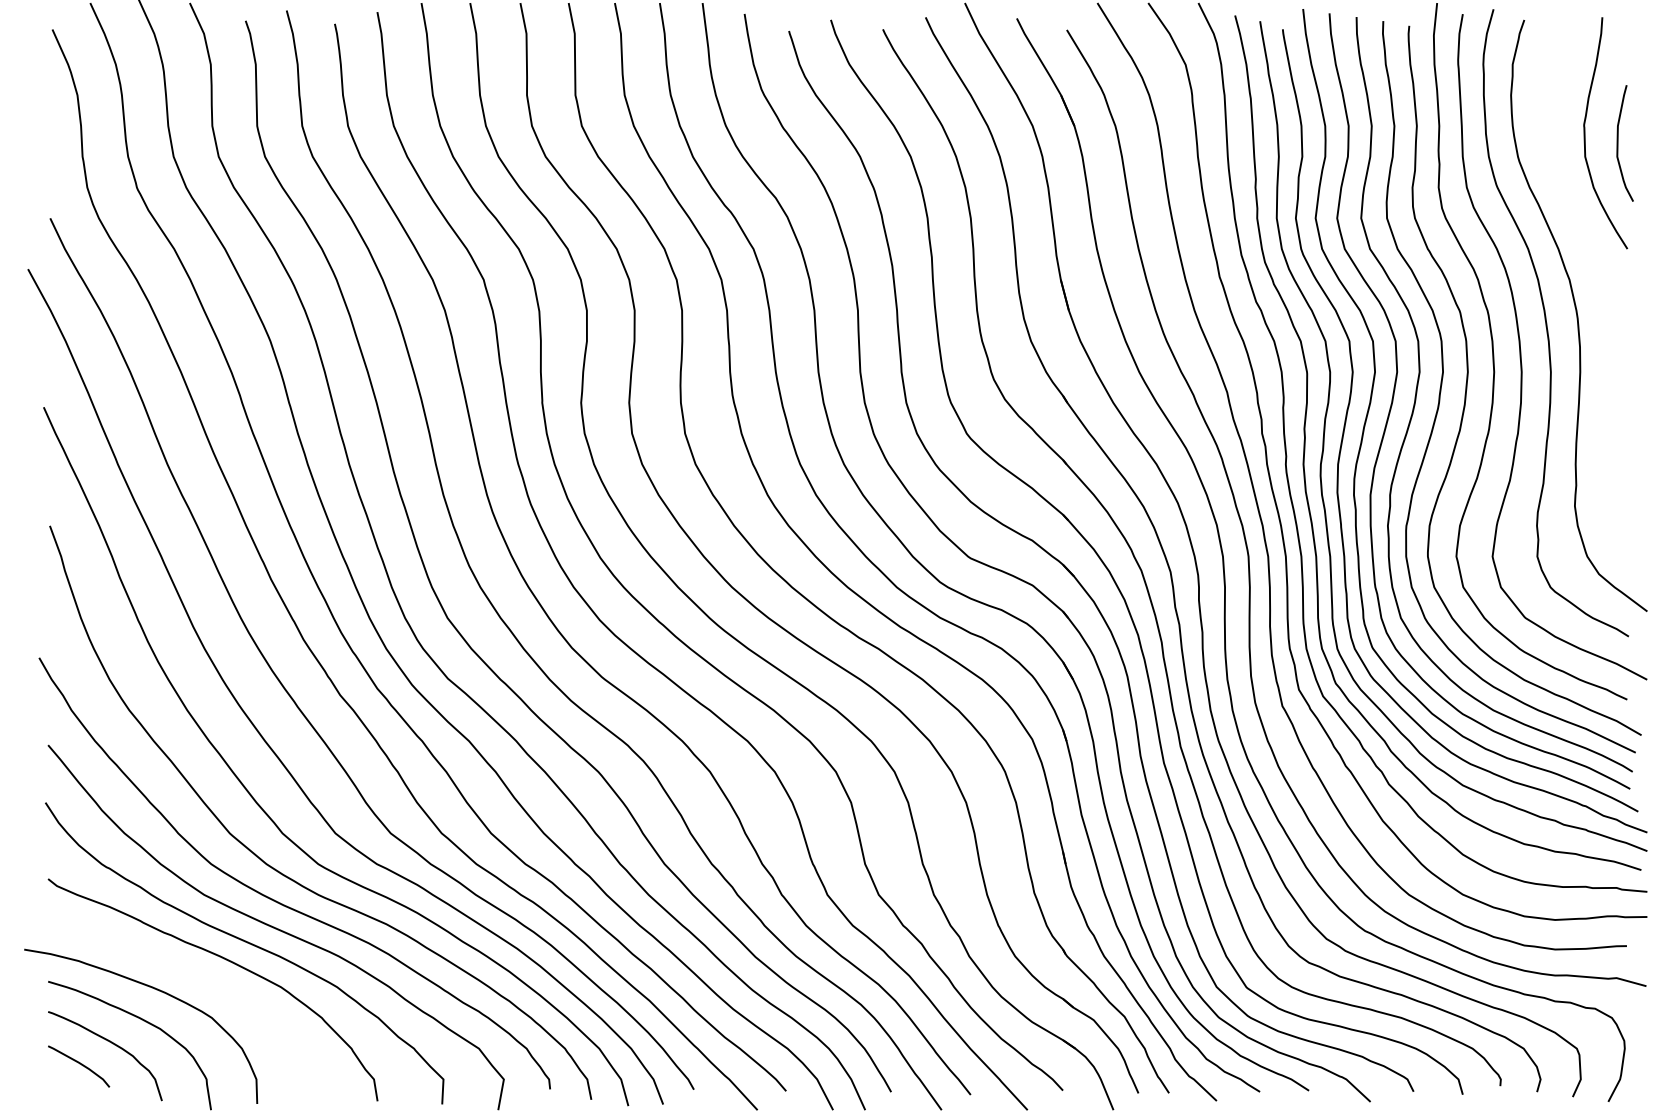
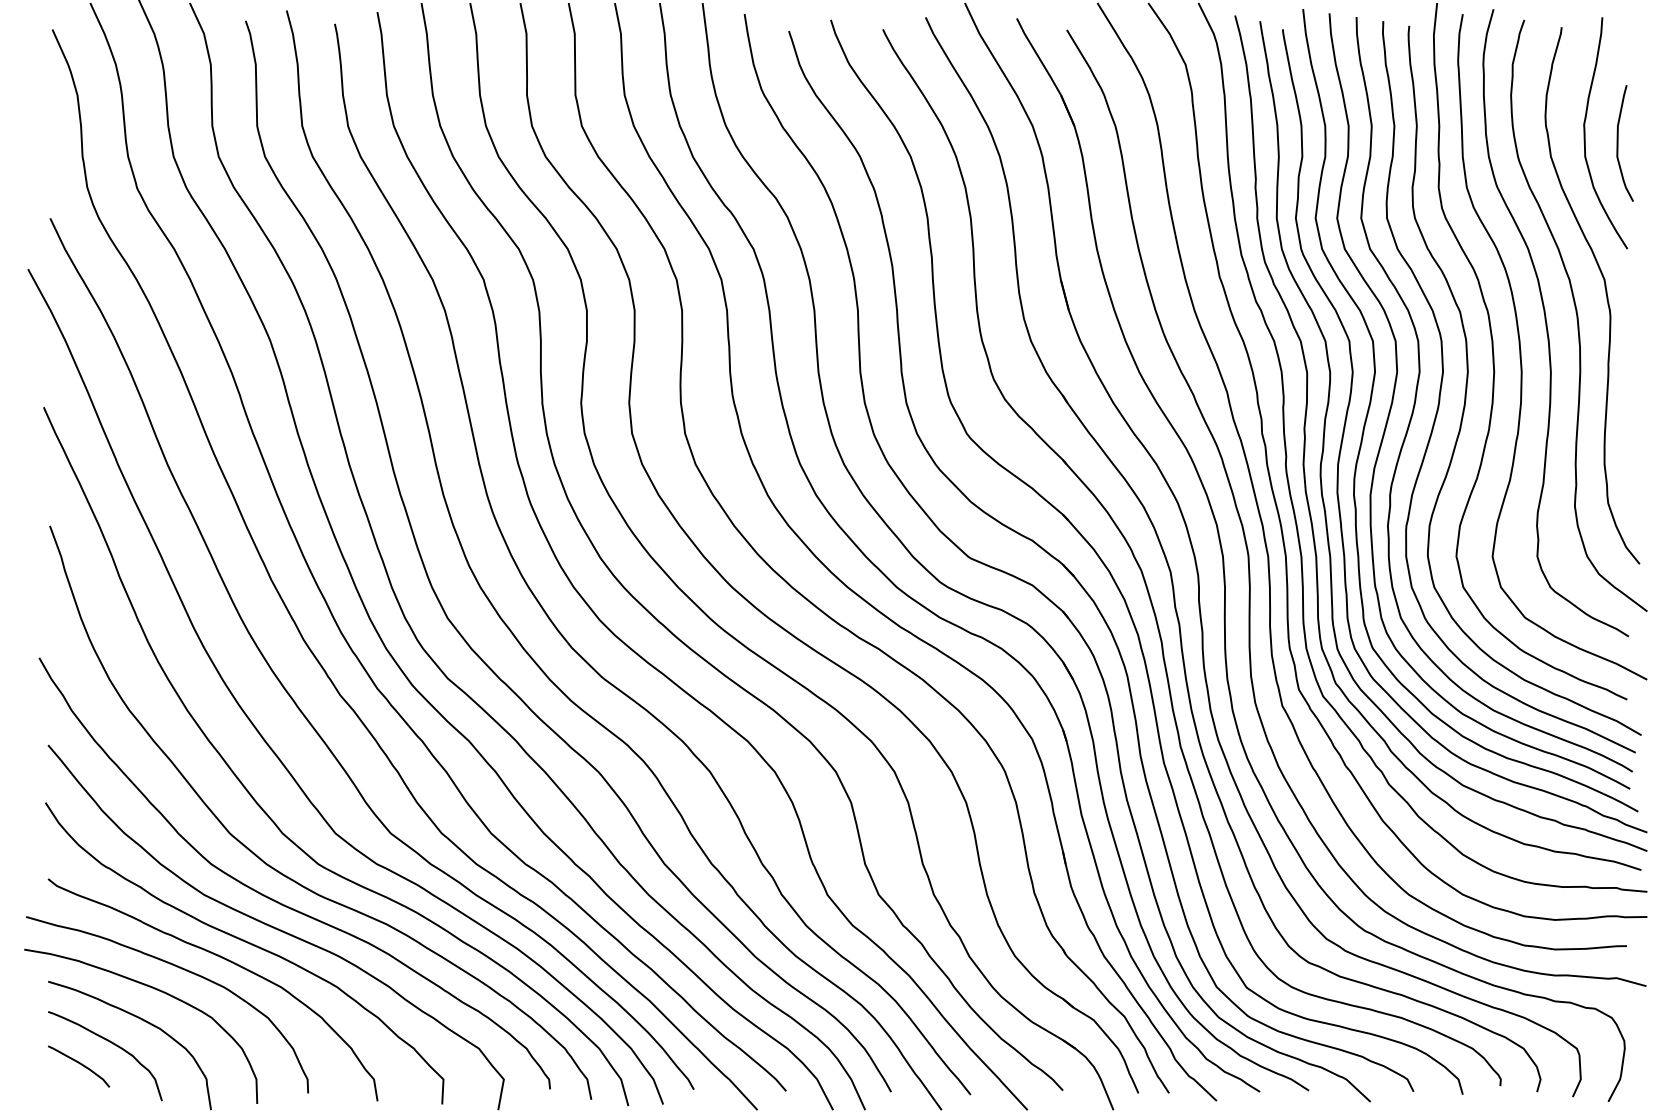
curve at (1605, 293): none -> present
curve at (181, 969): none -> present
